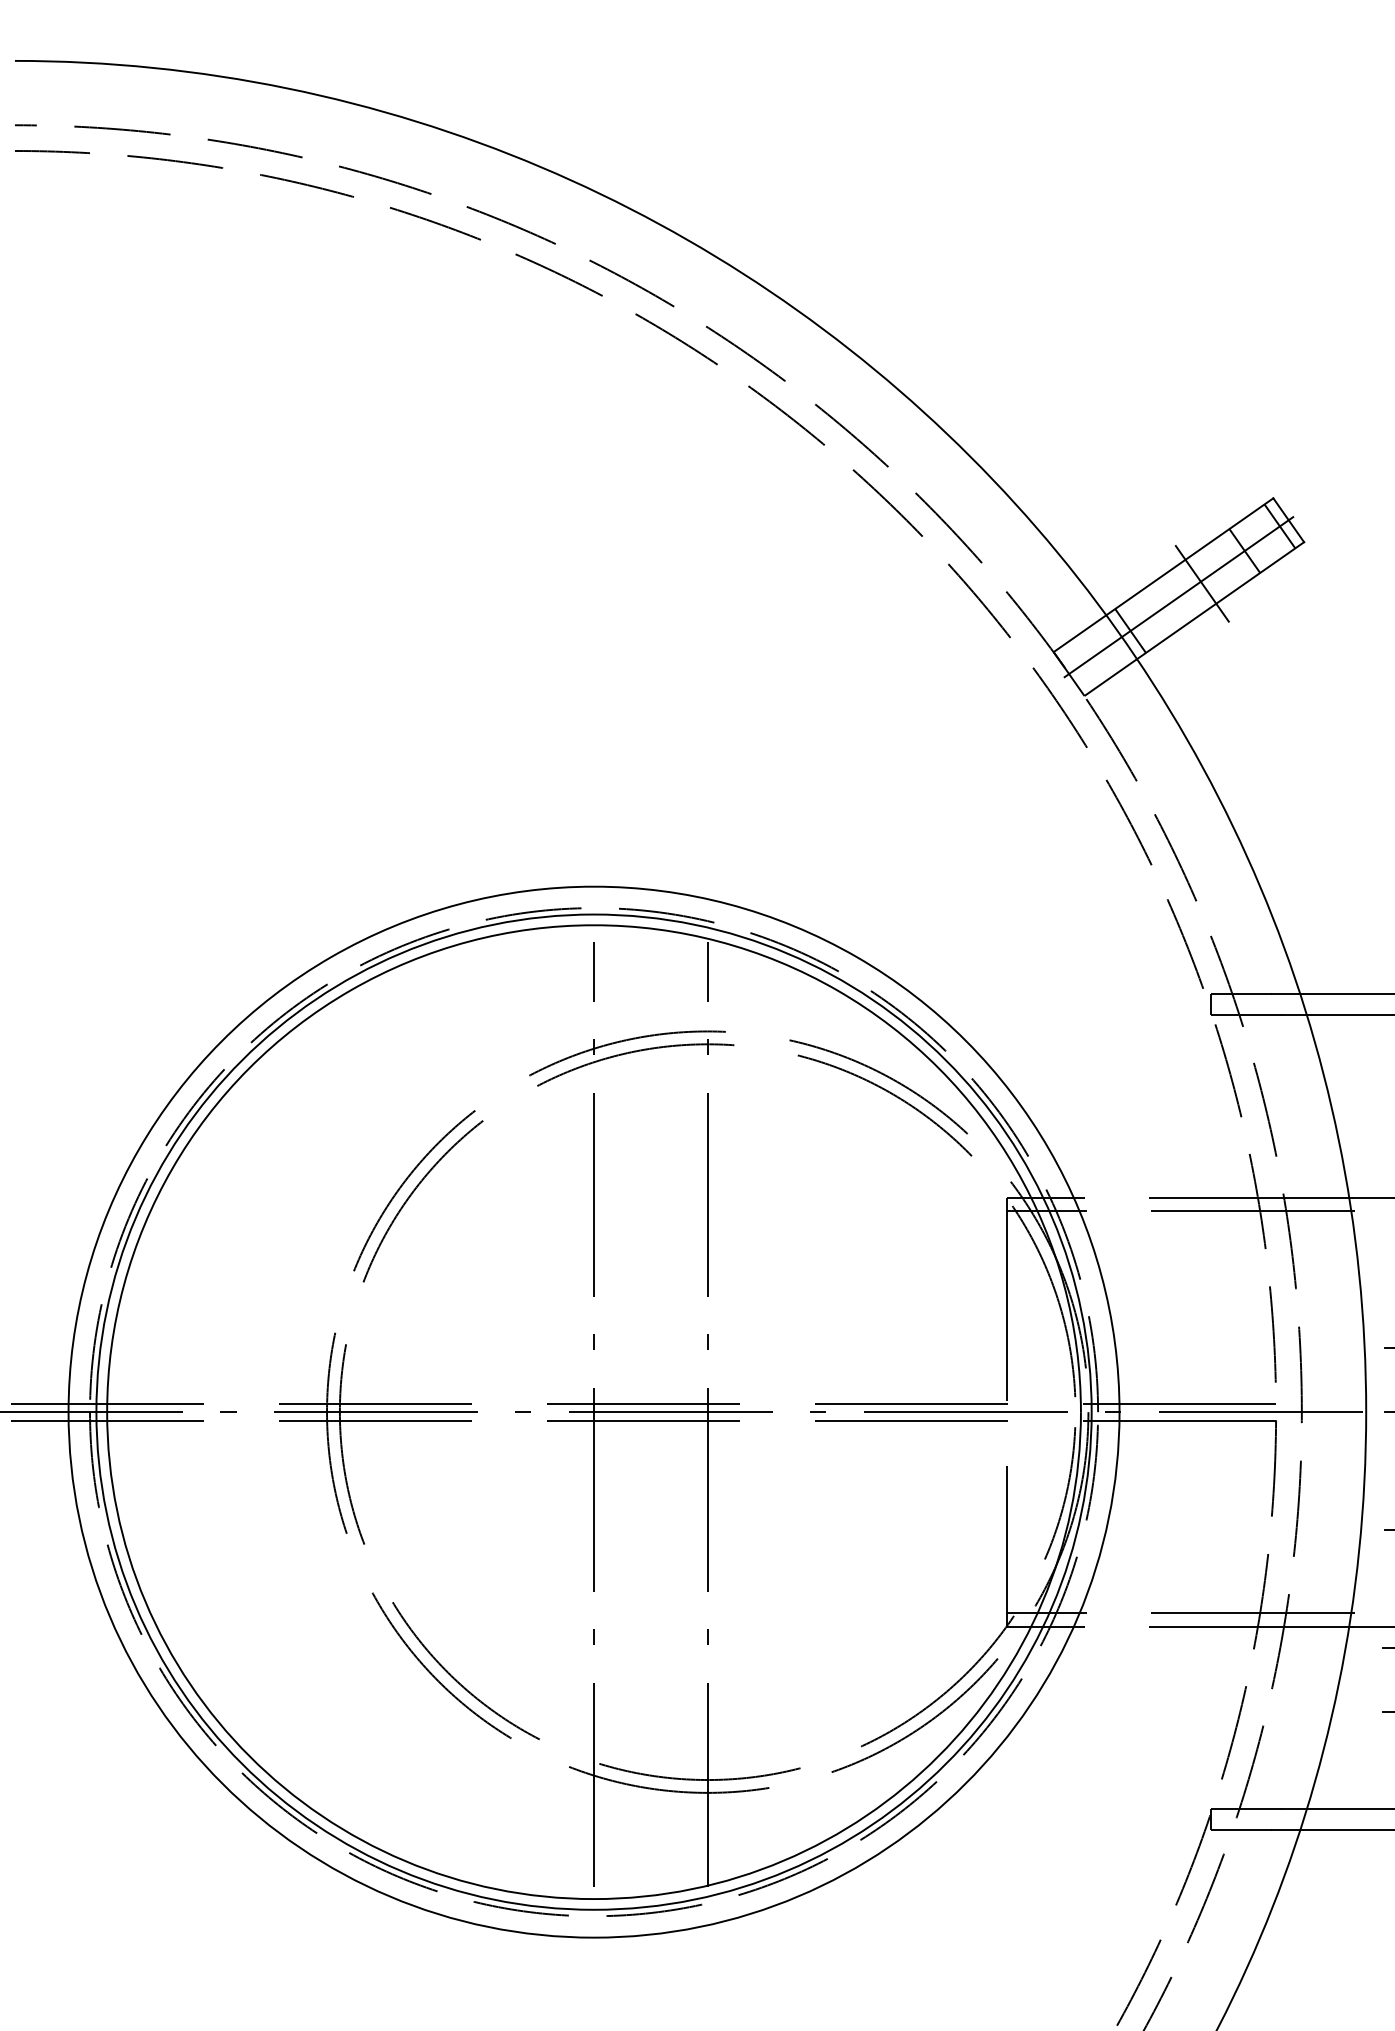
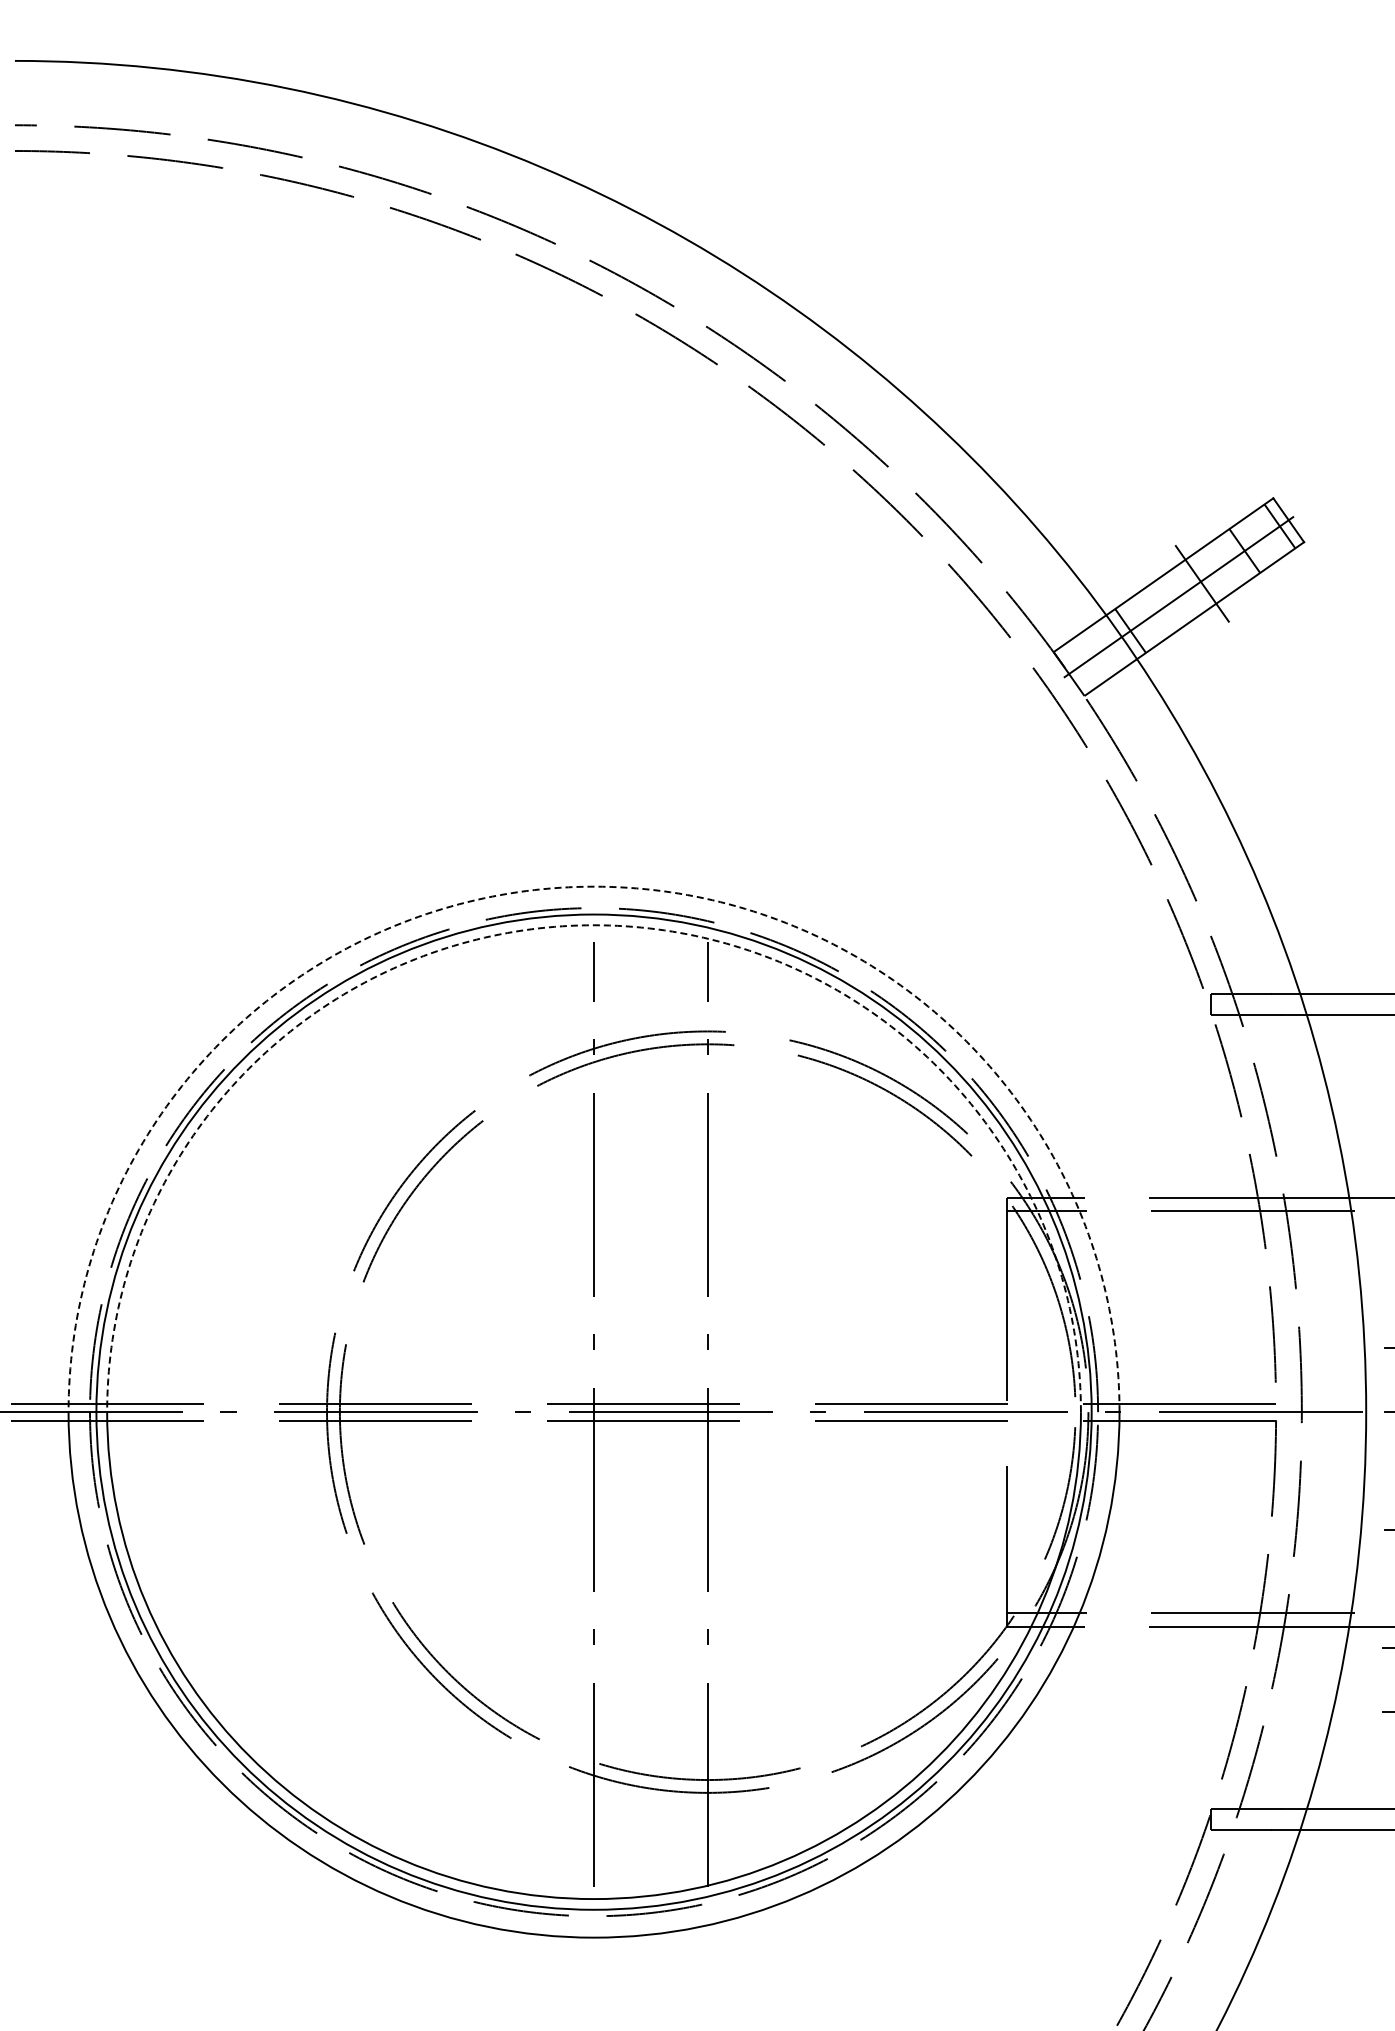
arc at (594, 886): solid -> dashed
arc at (594, 925): solid -> dashed
